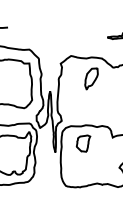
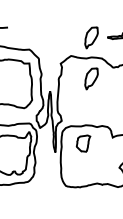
part at (91, 37): none -> present
